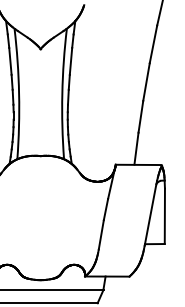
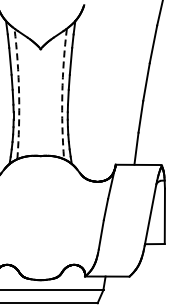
arc at (19, 93): solid -> dashed
arc at (62, 93): solid -> dashed
